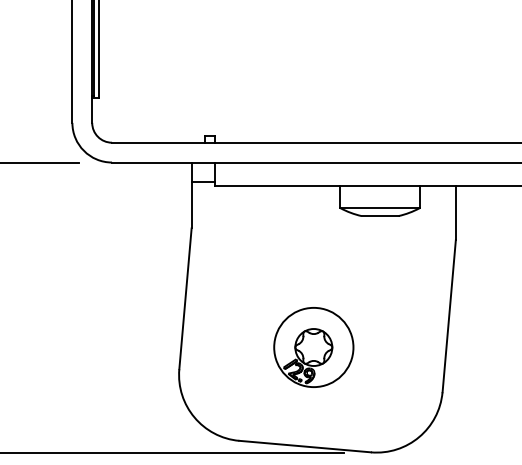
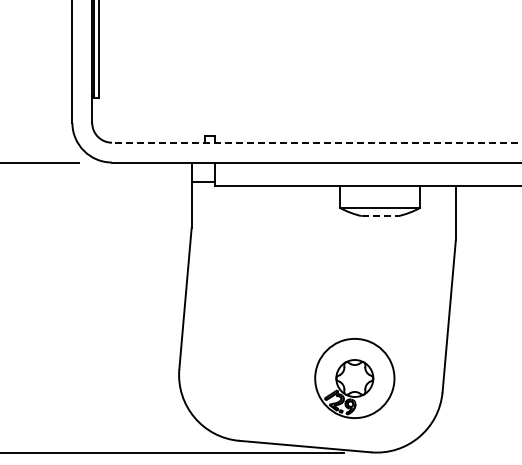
line at (316, 142): solid -> dashed
line at (380, 216): solid -> dashed
part at (313, 347) position: (313, 347) -> (354, 378)
